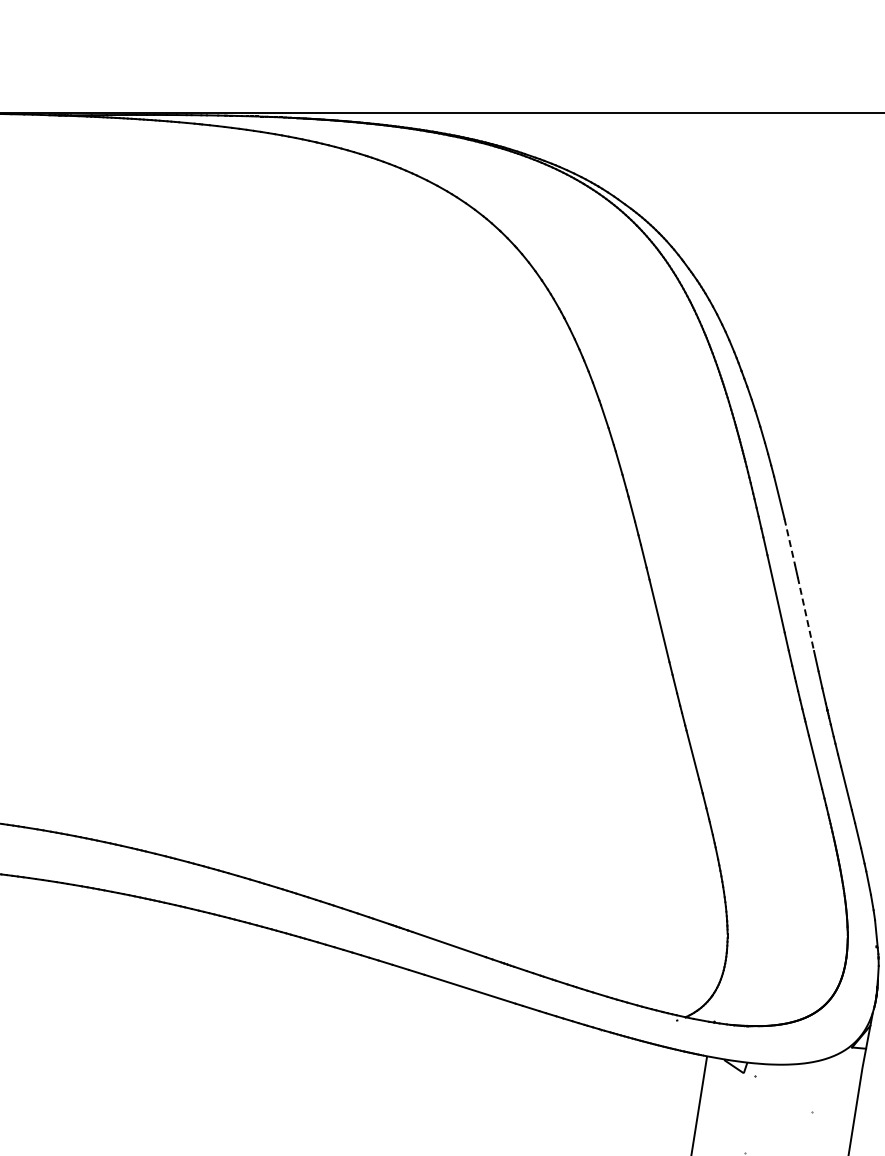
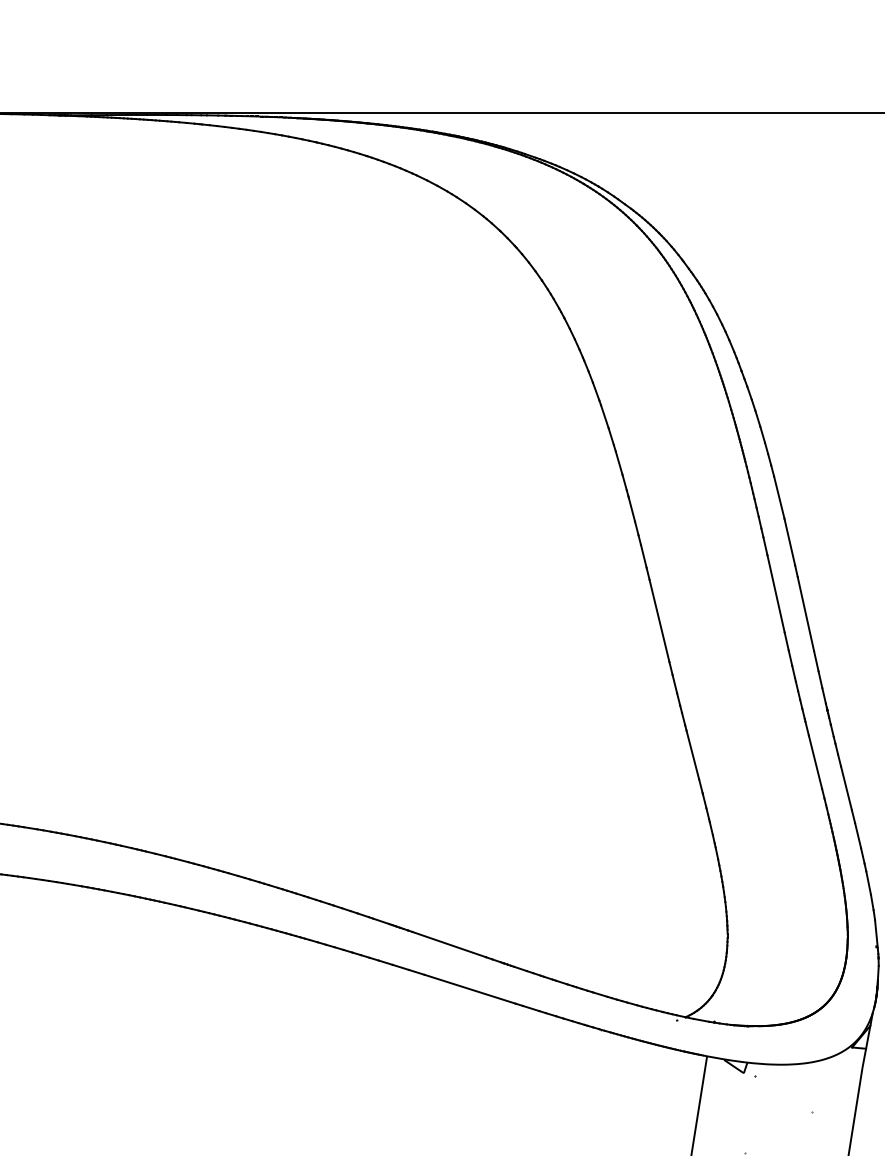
line at (789, 542): dashed -> solid
line at (805, 614): dashed -> solid
